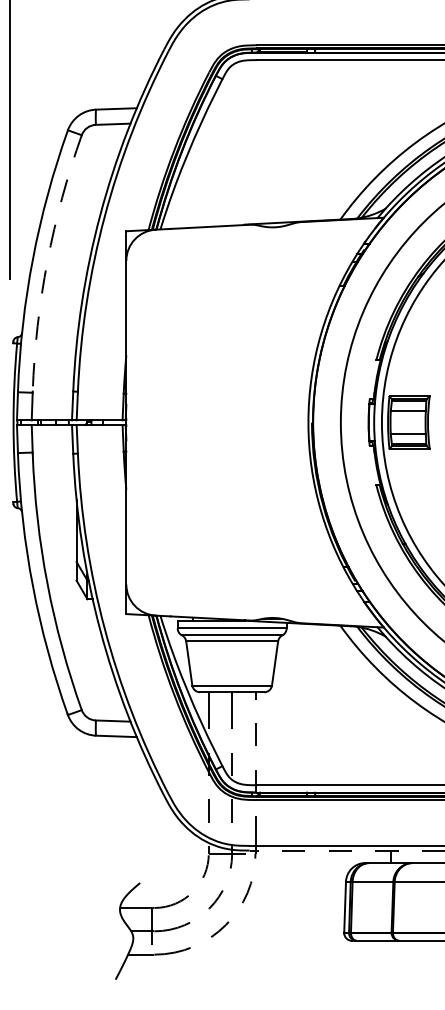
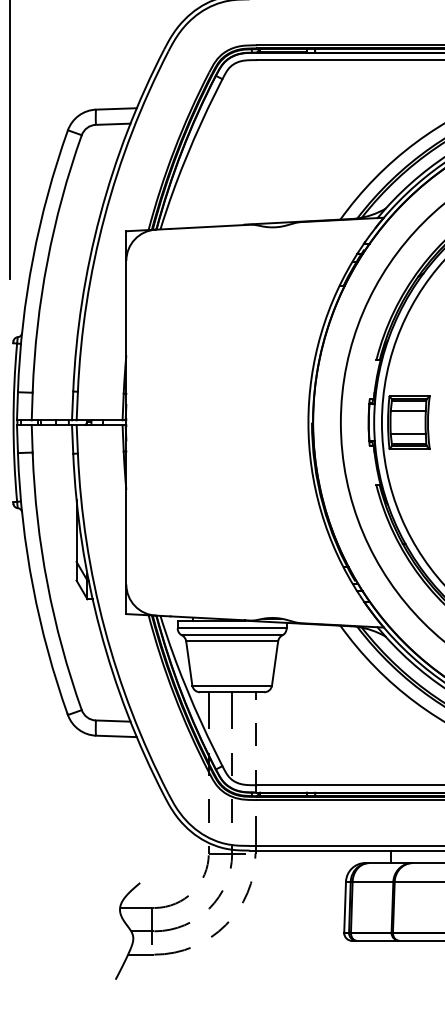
arc at (47, 261): dashed -> solid
line at (346, 850): dashed -> solid
